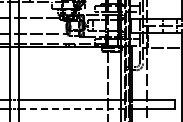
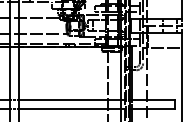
line at (70, 109): dashed -> solid
